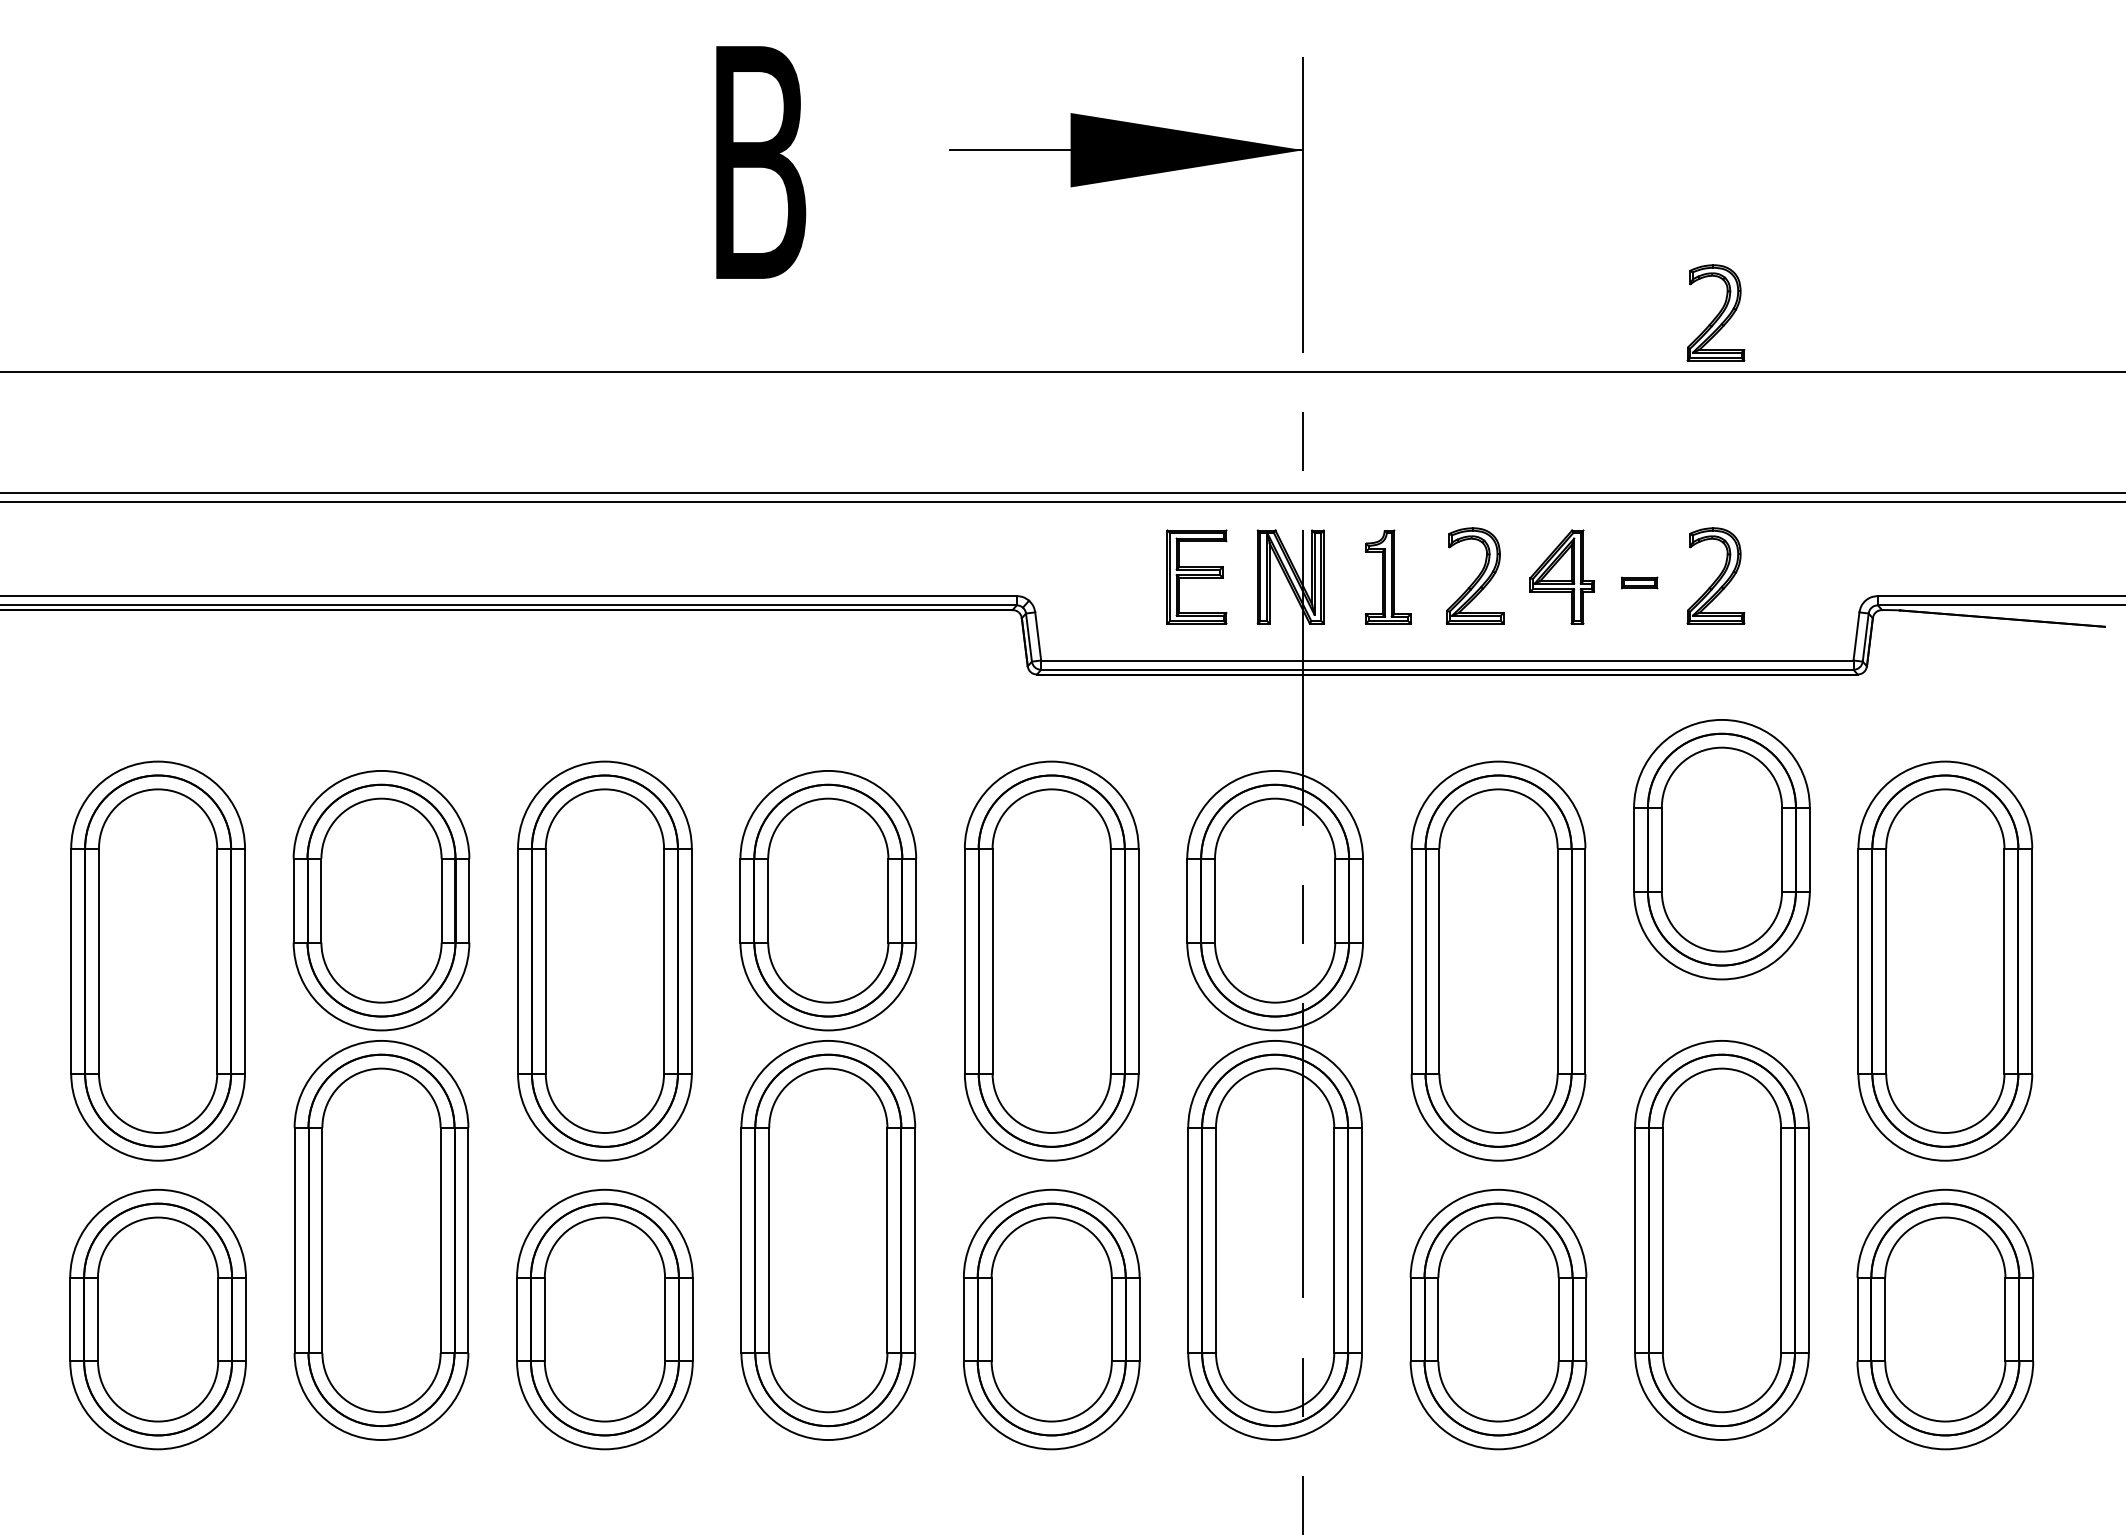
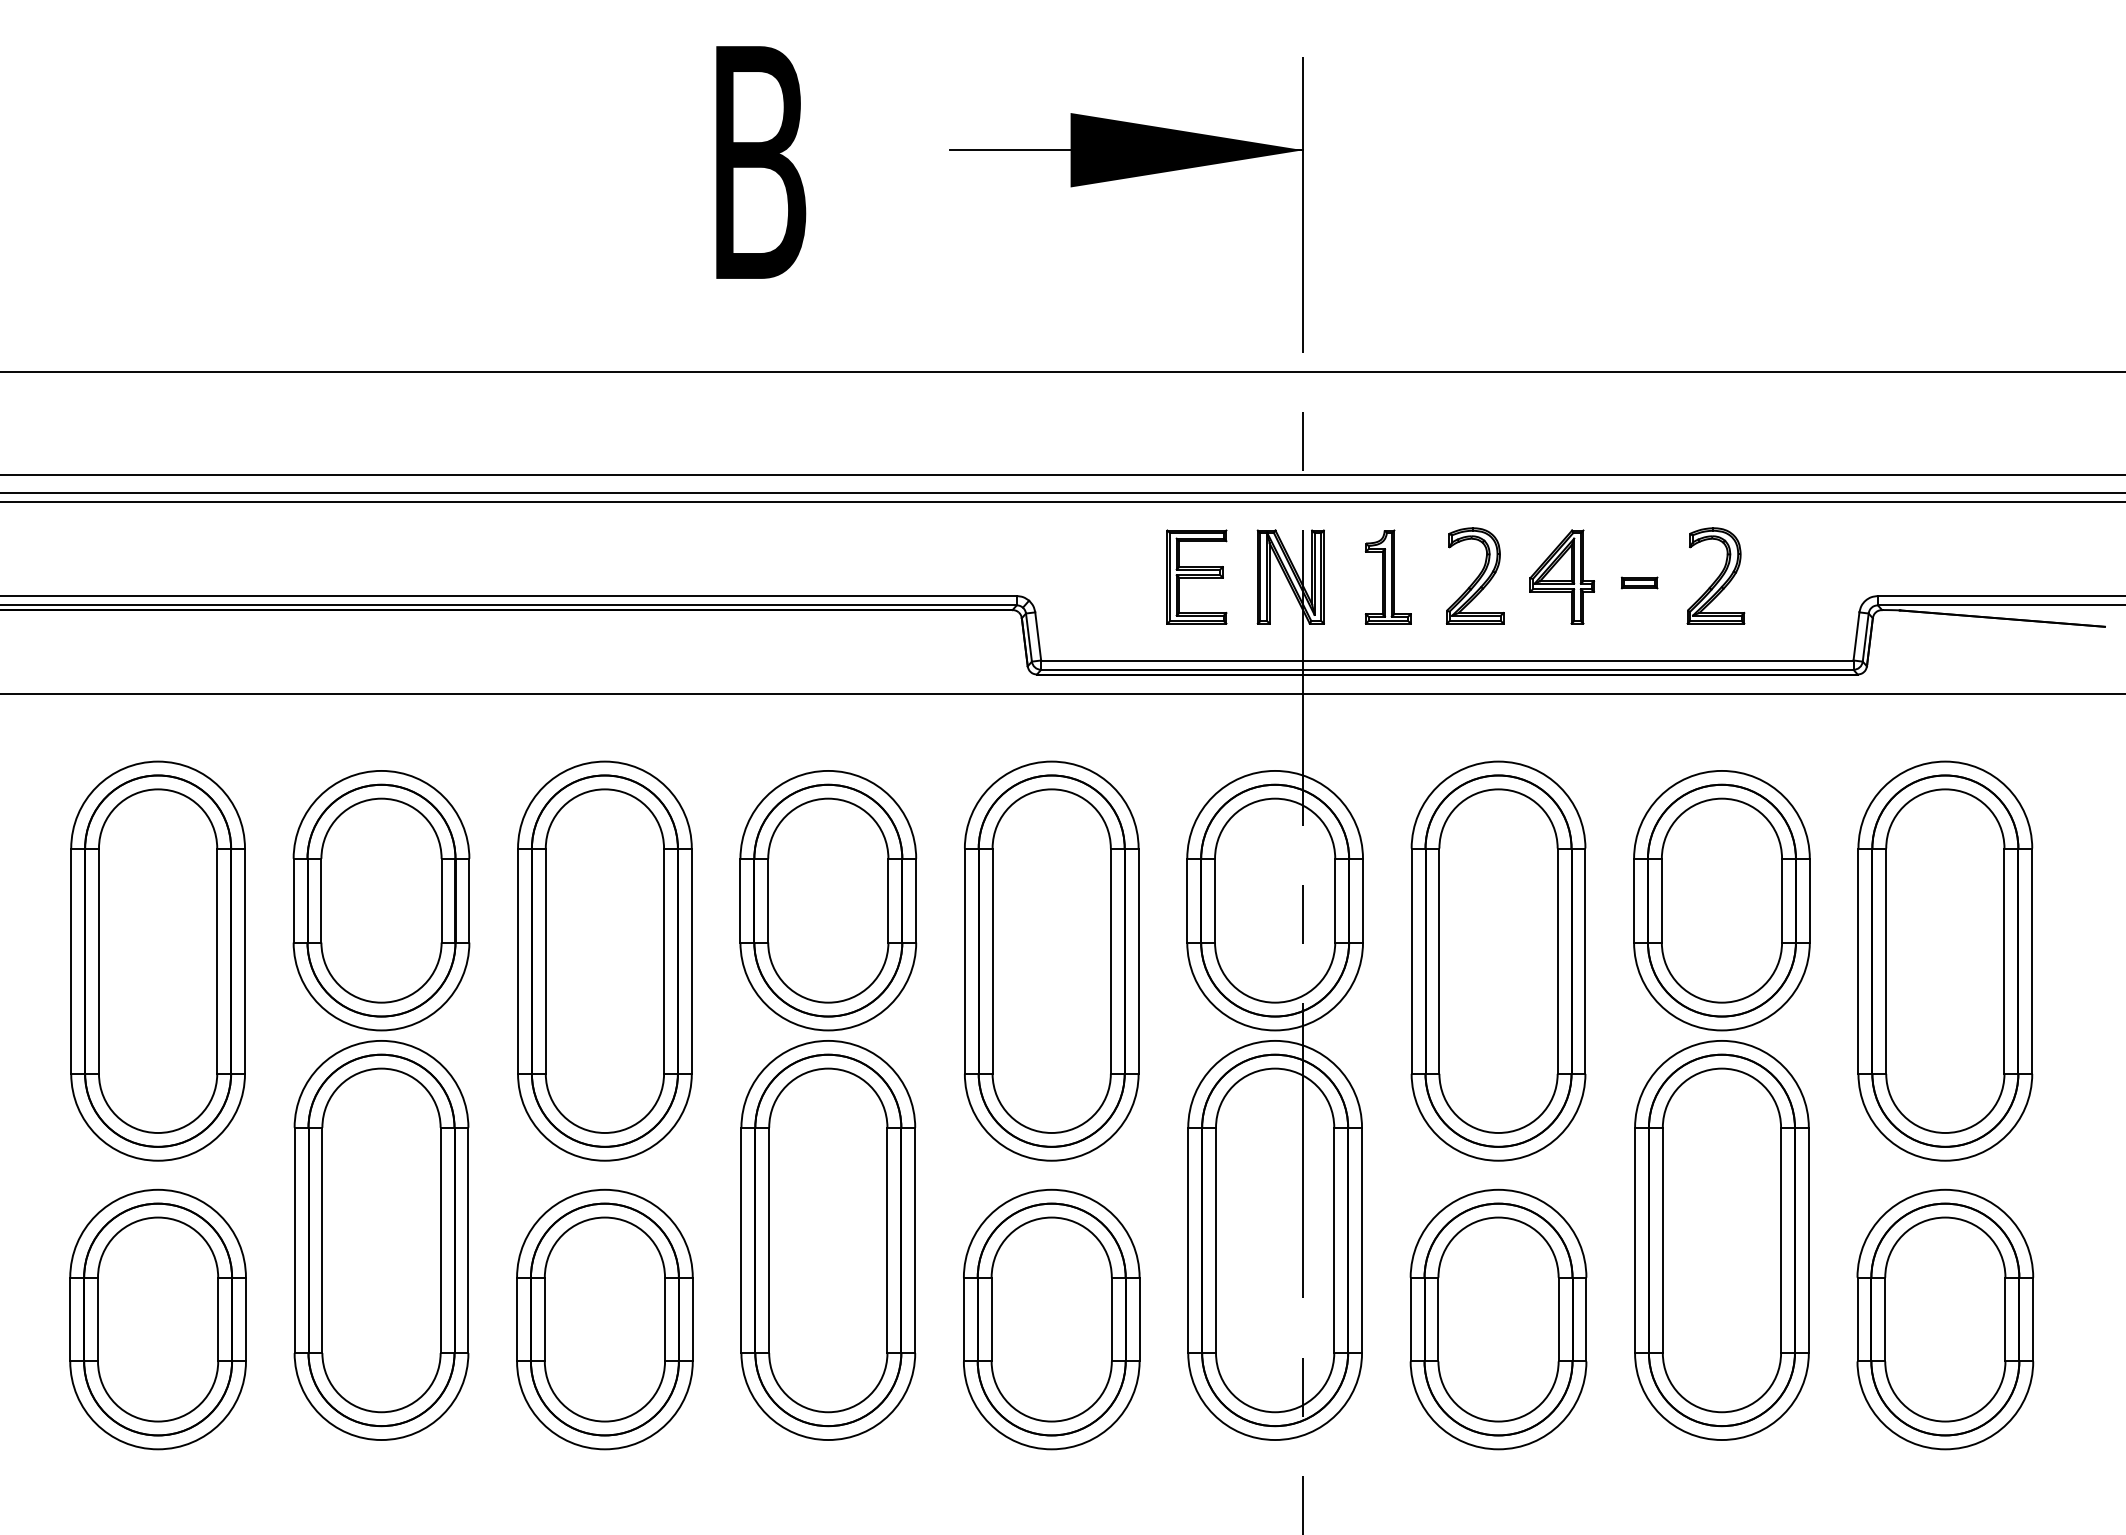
part at (1715, 312): present -> none
line at (1062, 474): none -> present
line at (1062, 693): none -> present
part at (1721, 849) position: (1721, 849) -> (1721, 900)
